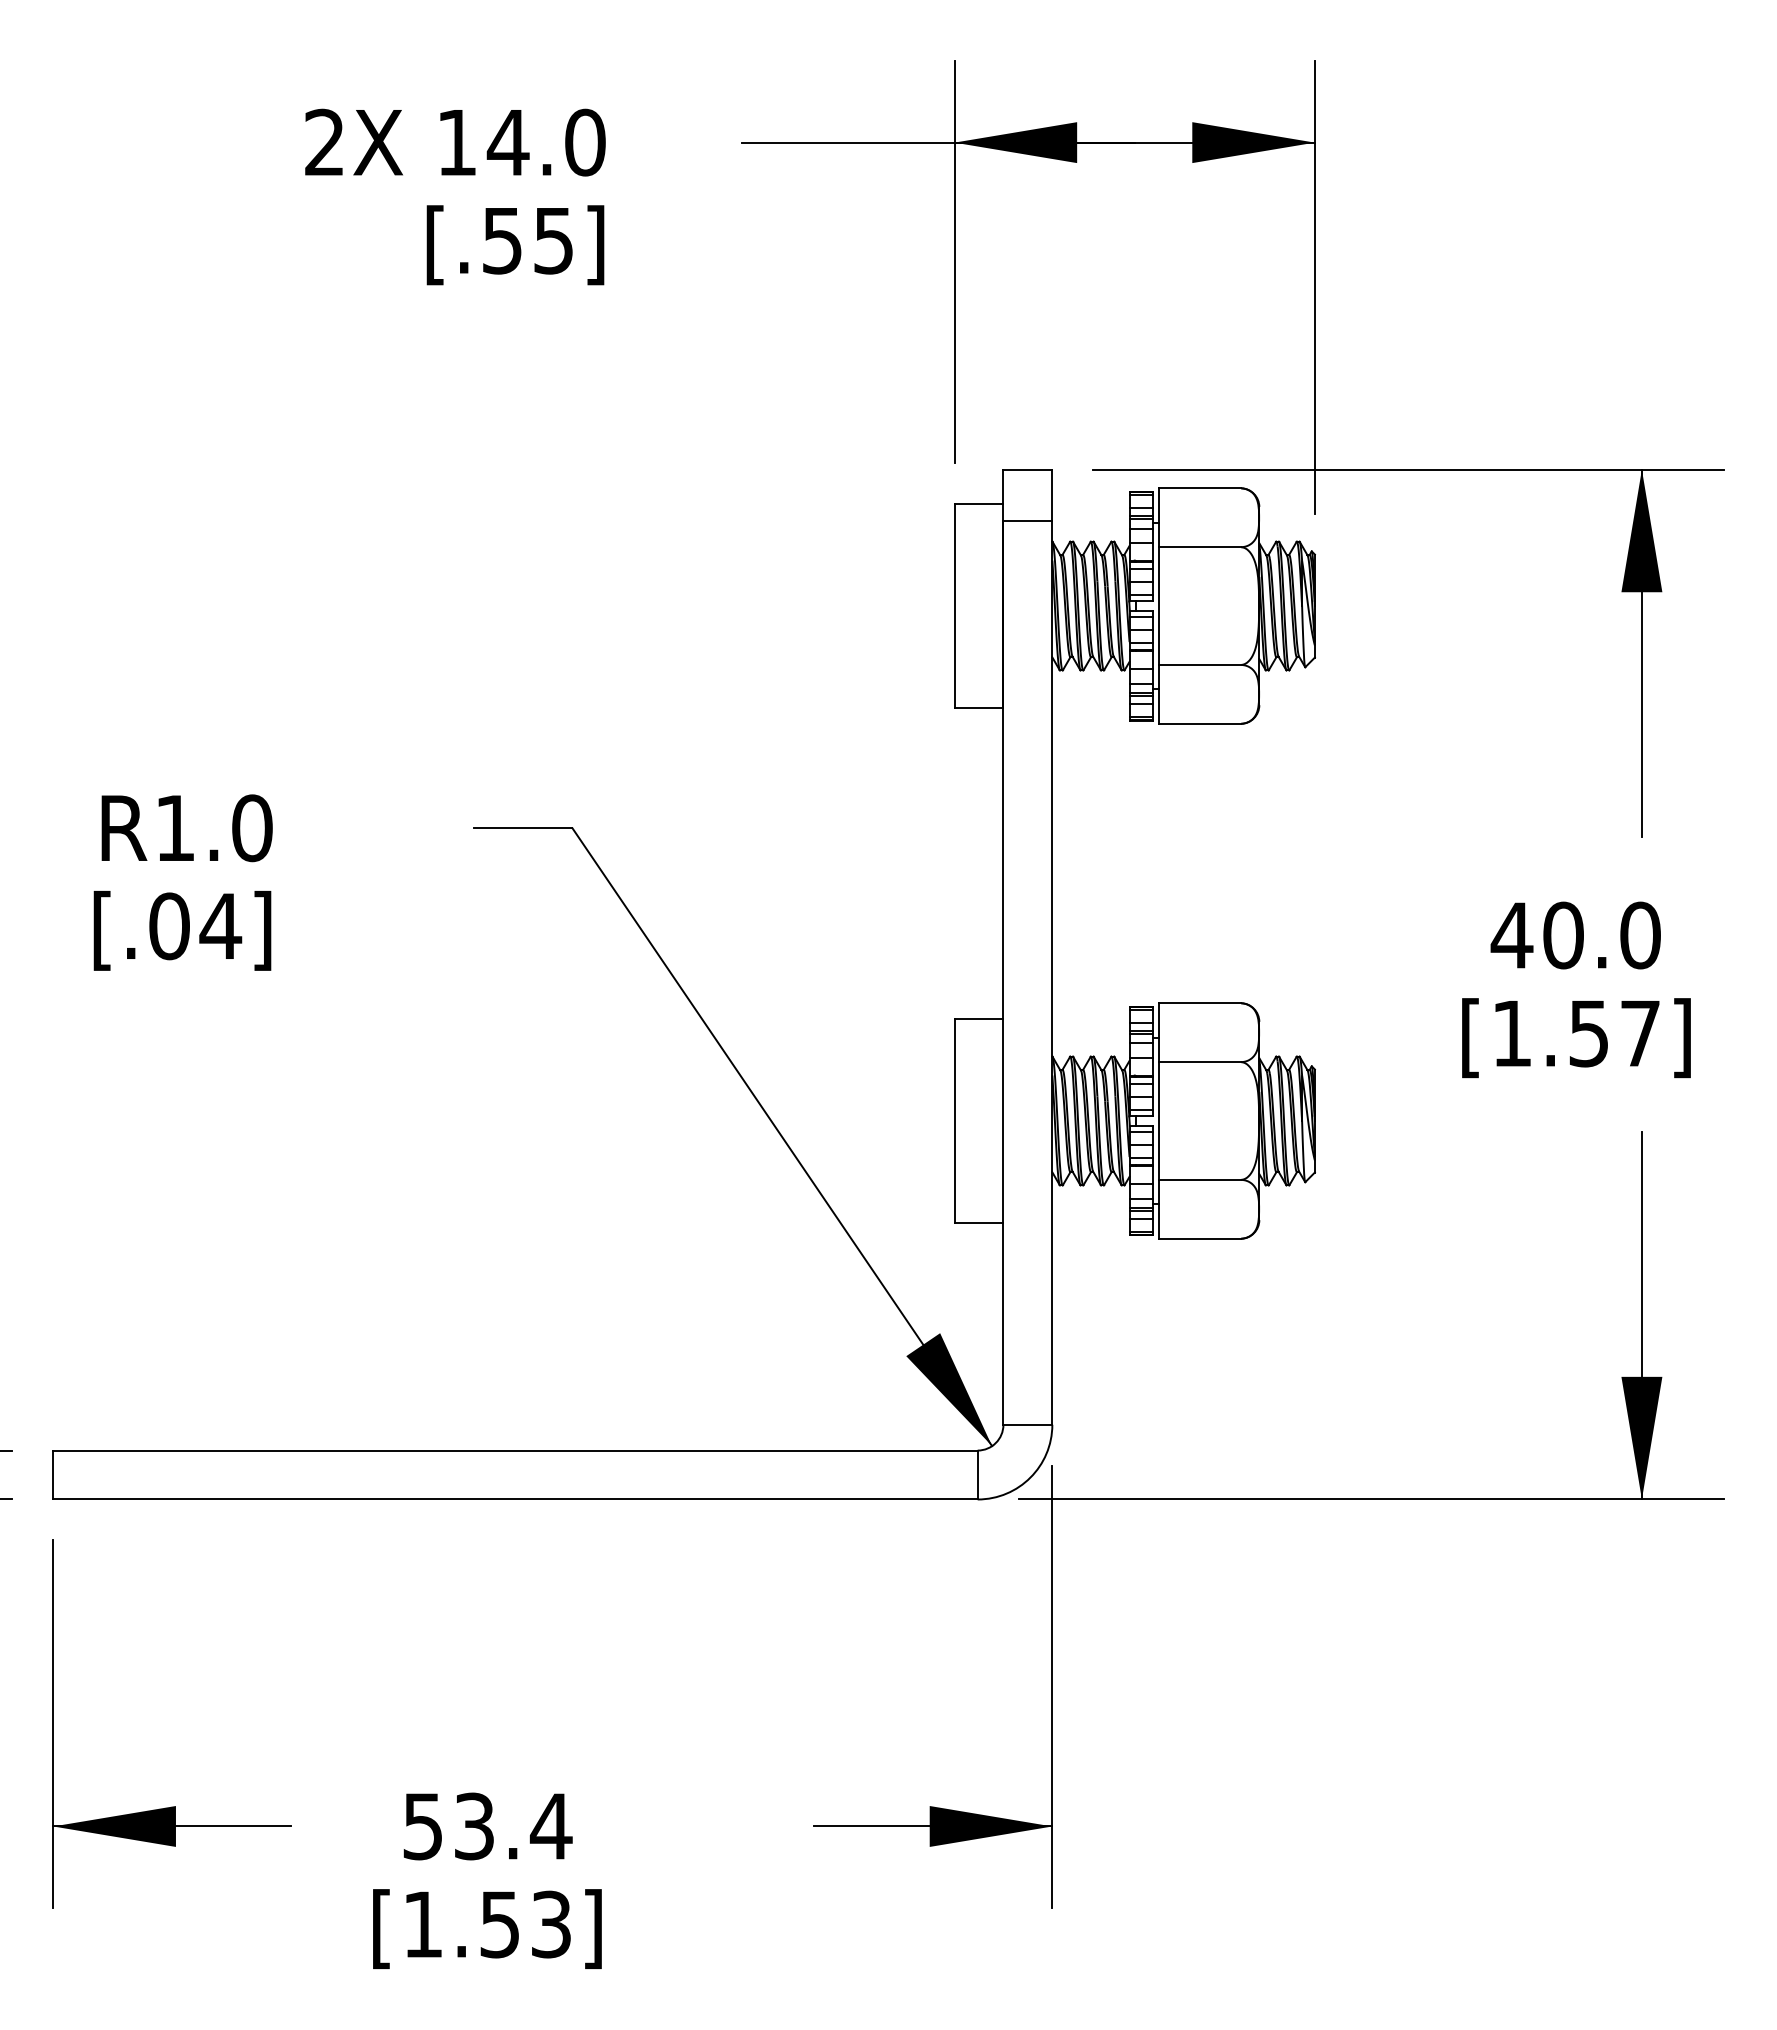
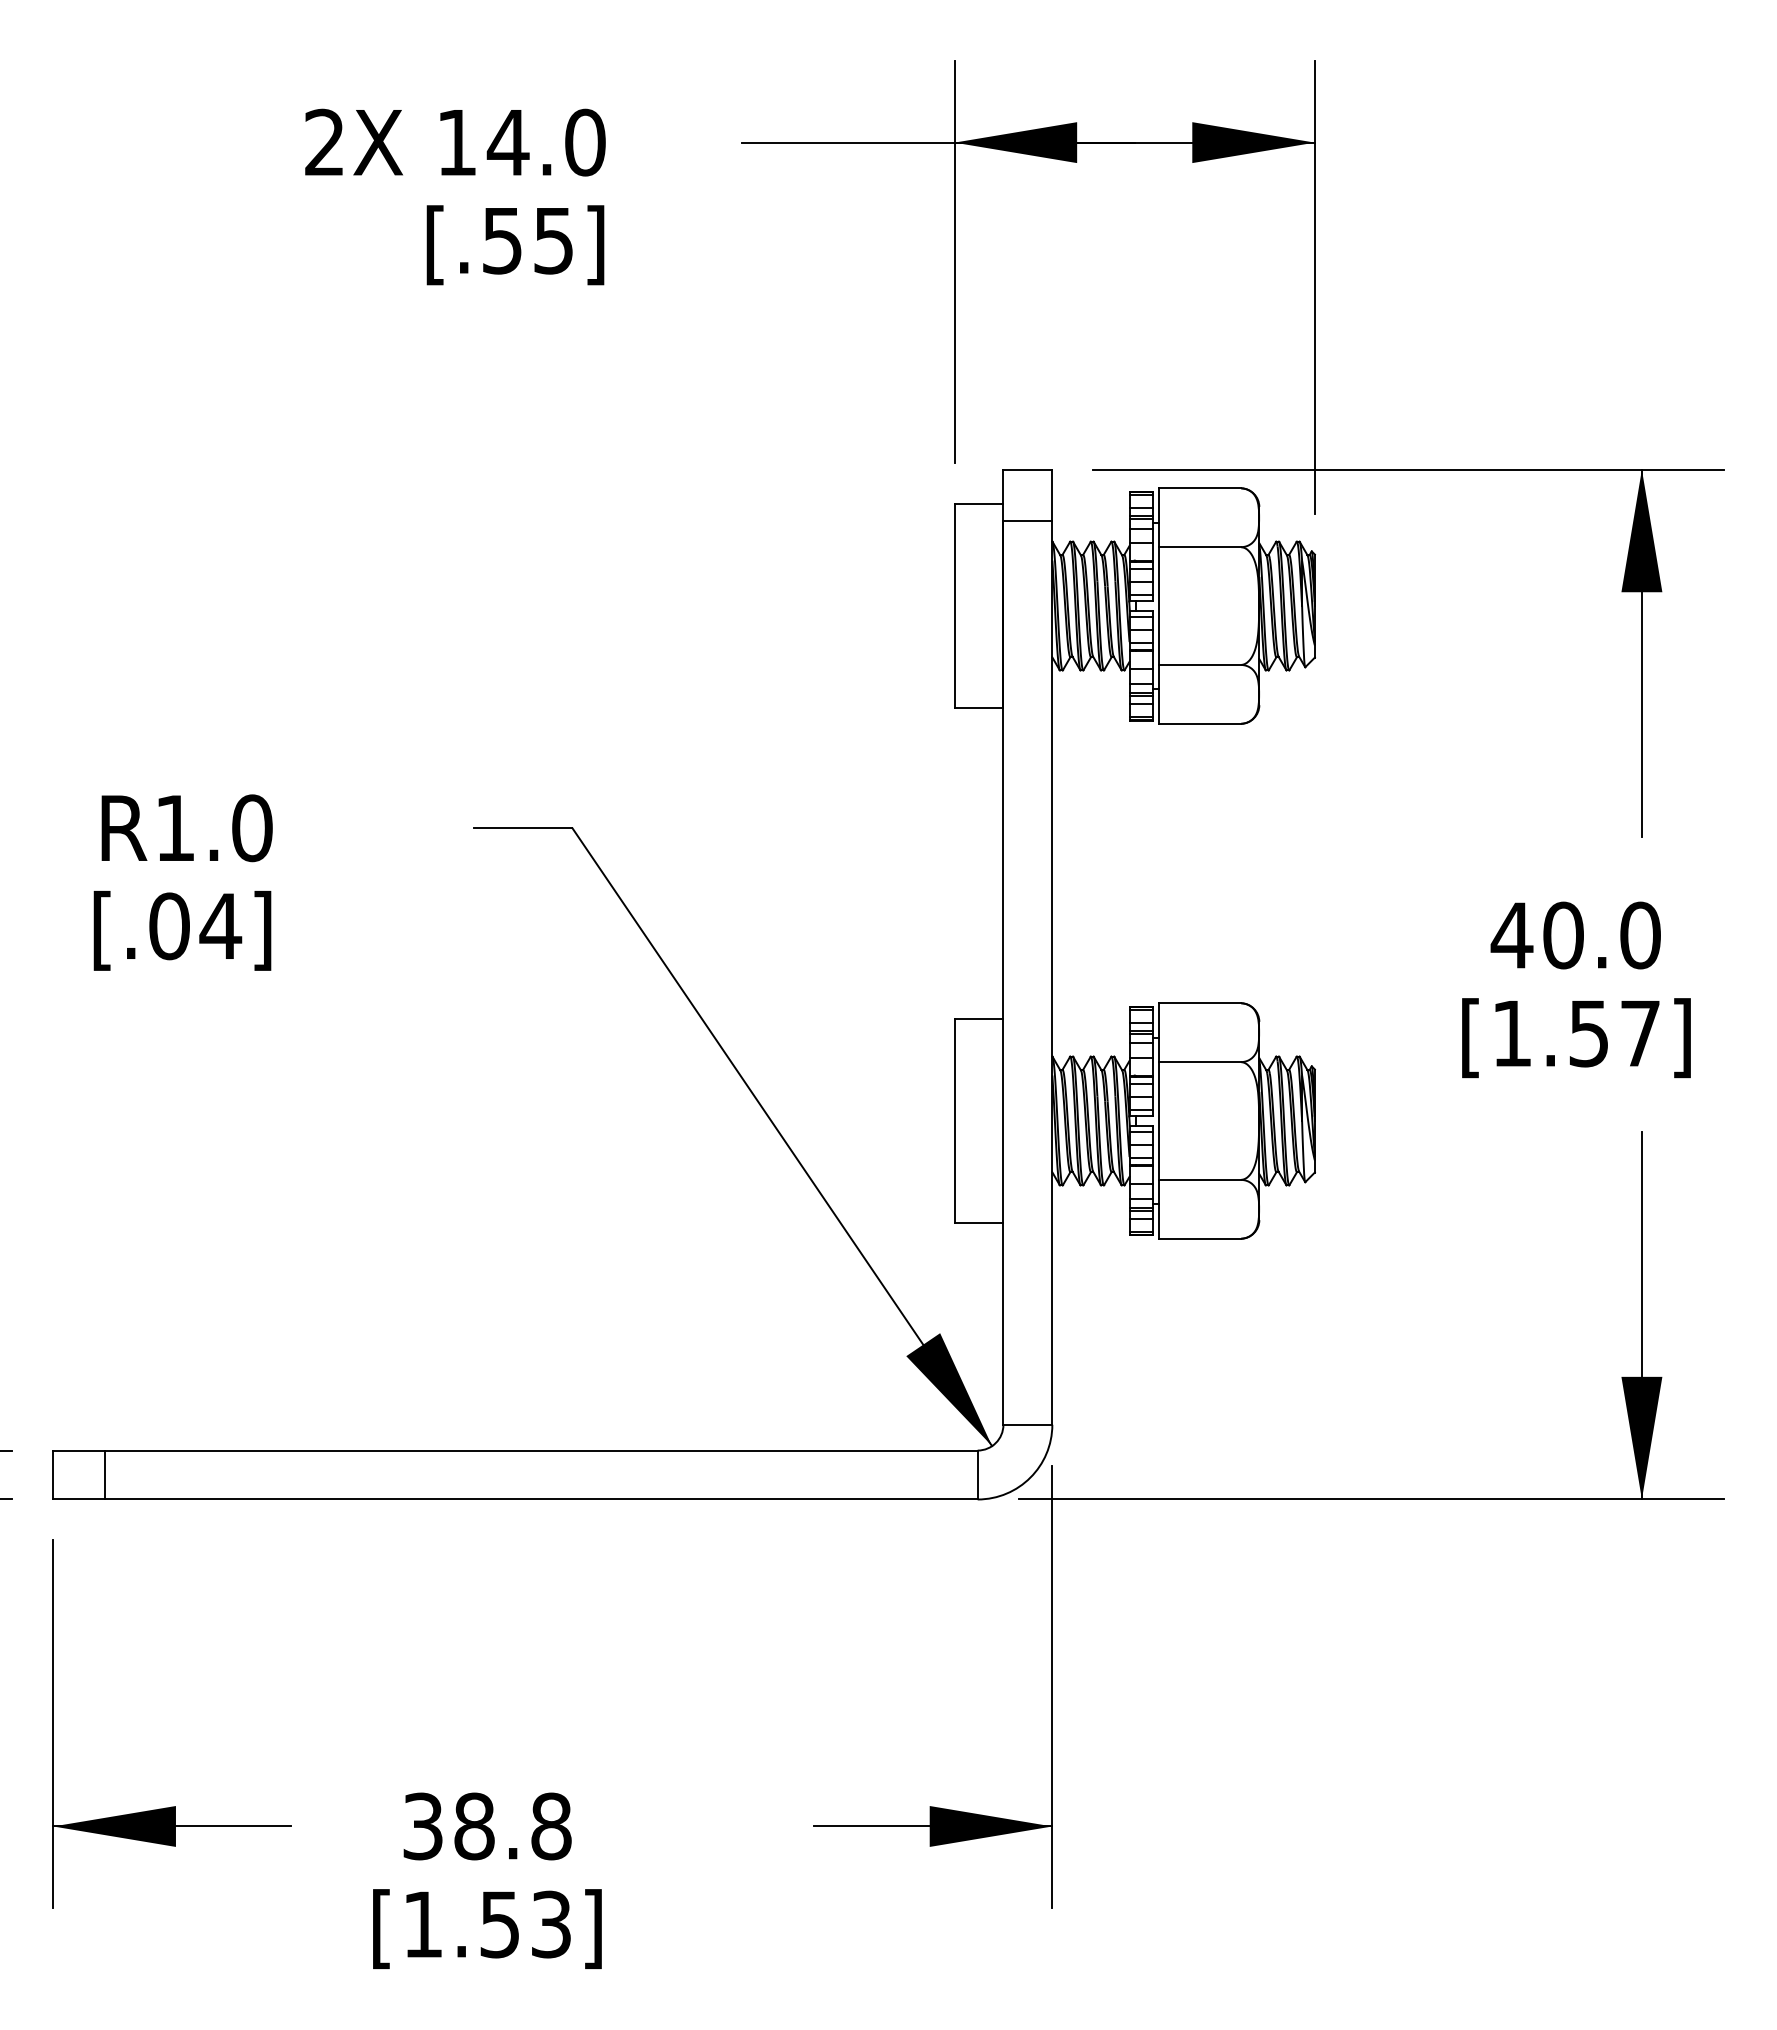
line at (104, 1474): none -> present
text at (488, 1826): 53.4 -> 38.8
